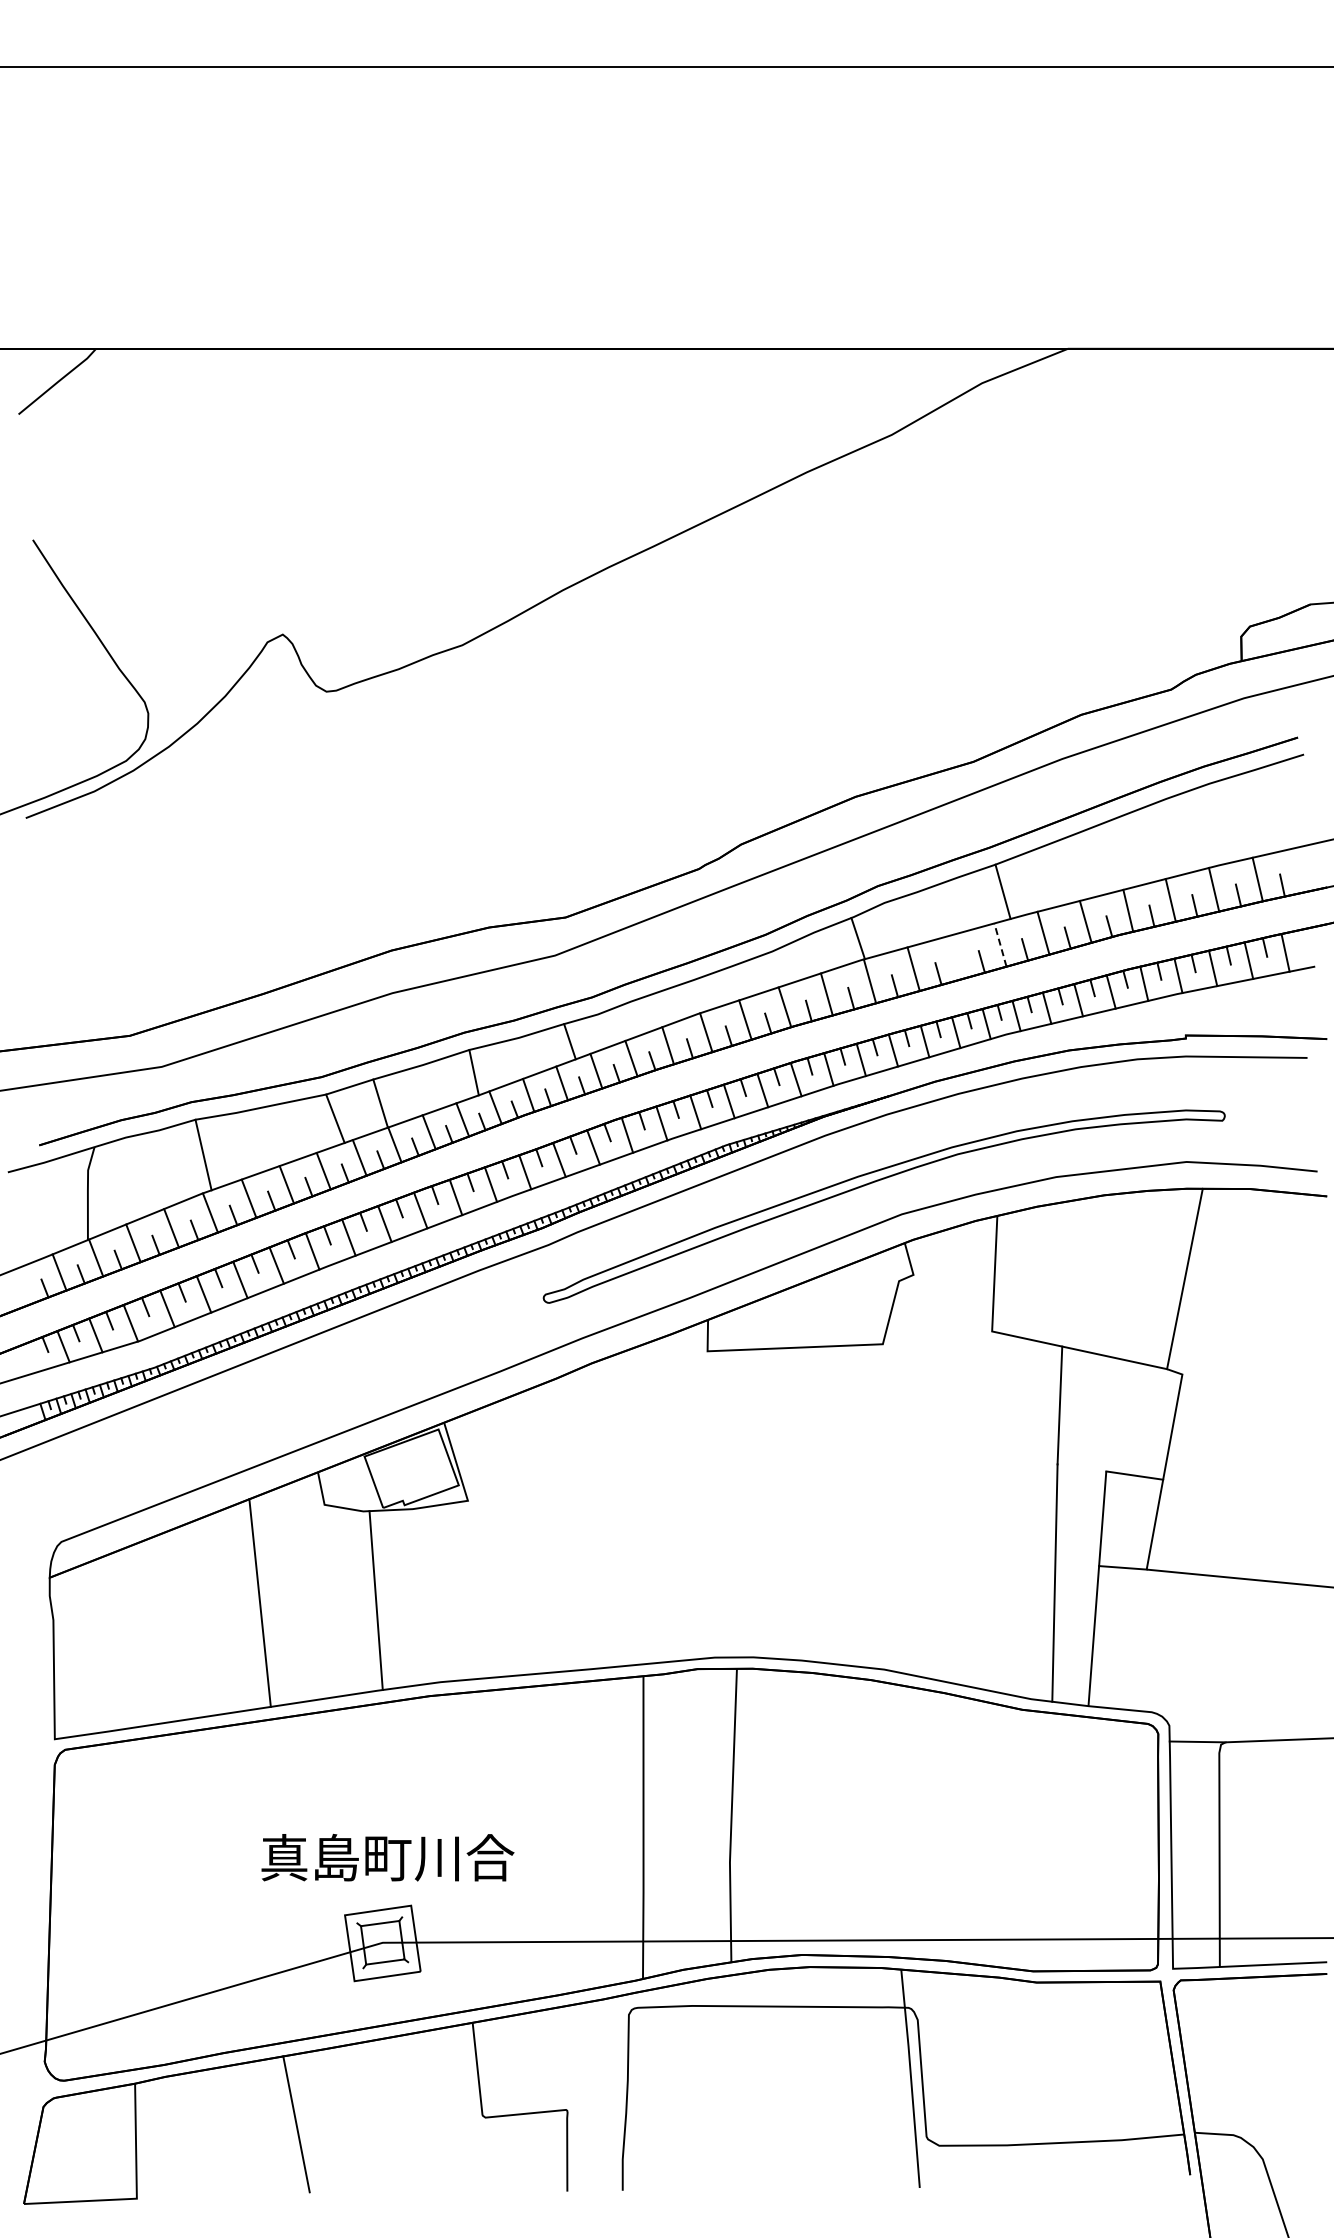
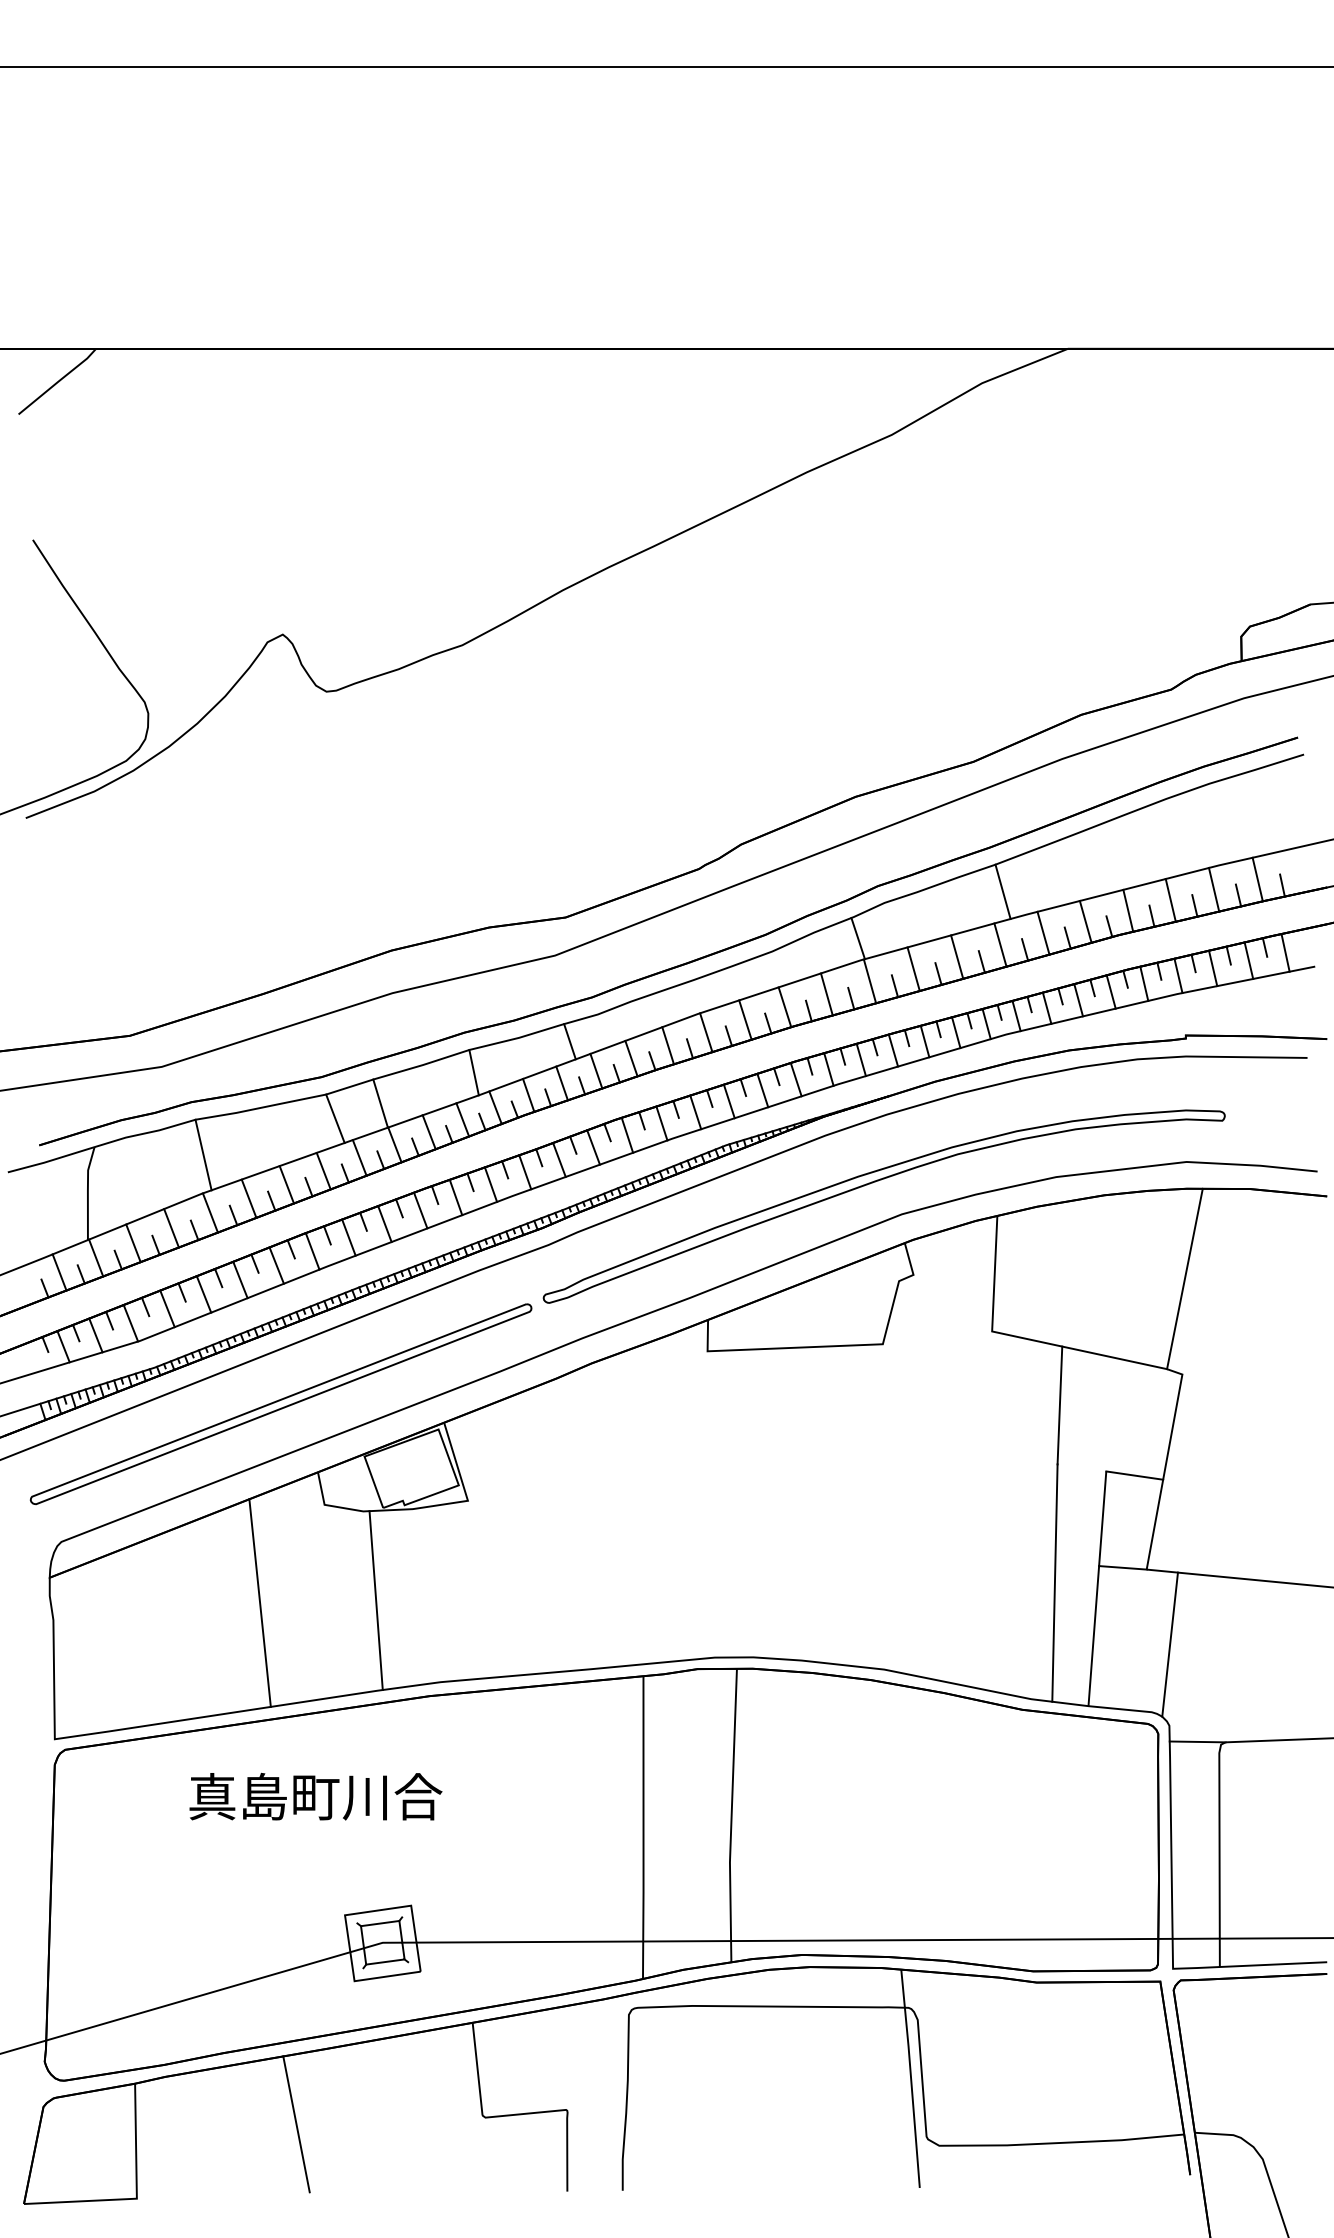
line at (1000, 944): dashed -> solid
line at (957, 956): none -> present
part at (280, 1404): none -> present
line at (1169, 1644): none -> present
text at (387, 1857) position: (387, 1857) -> (315, 1796)
